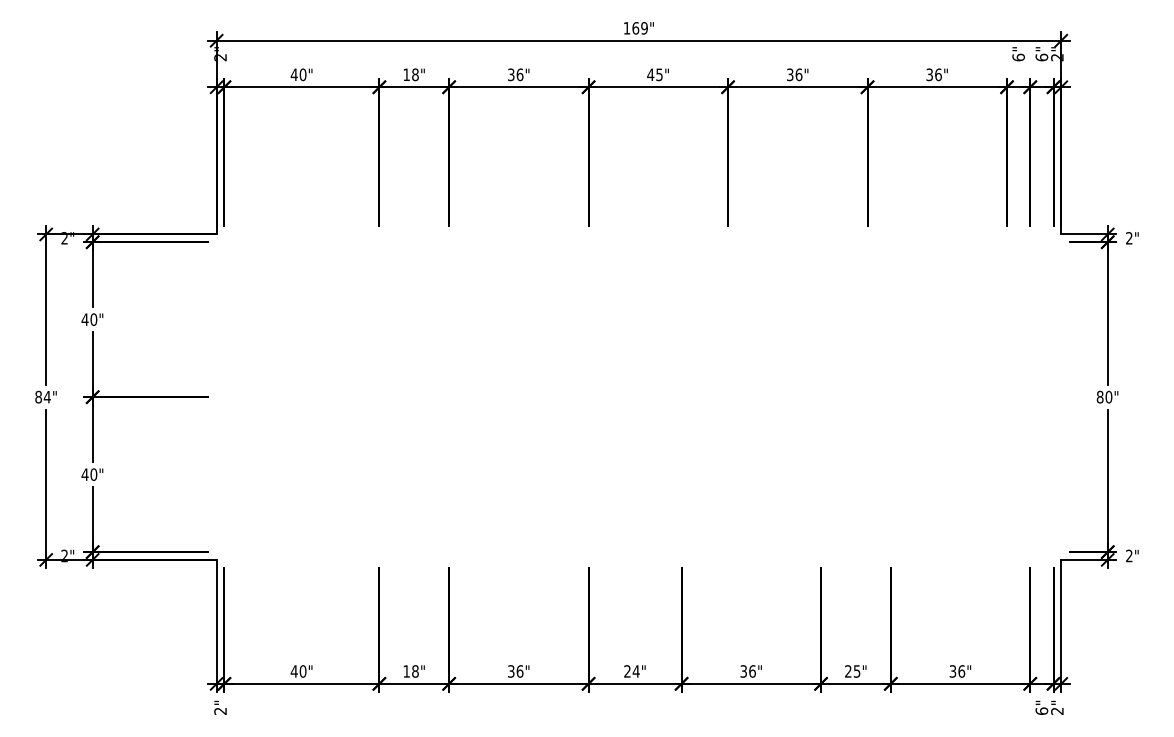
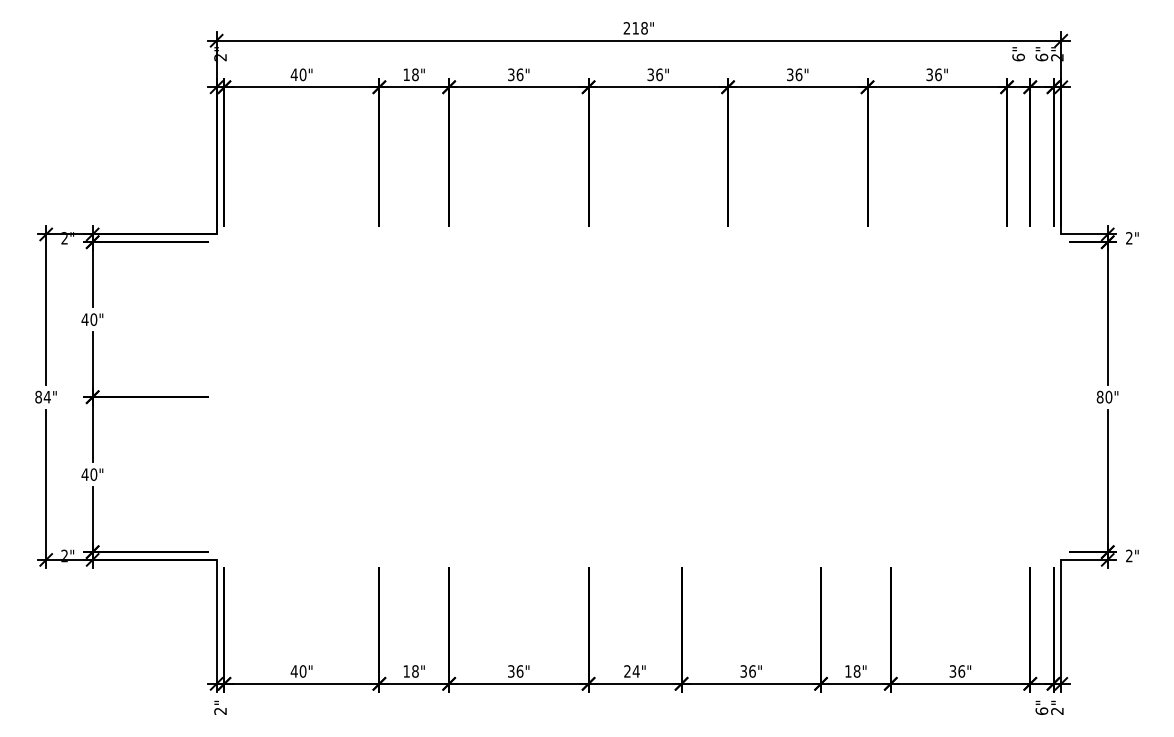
text at (635, 28): 169" -> 218"
text at (654, 74): 45" -> 36"
text at (852, 671): 25" -> 18"
